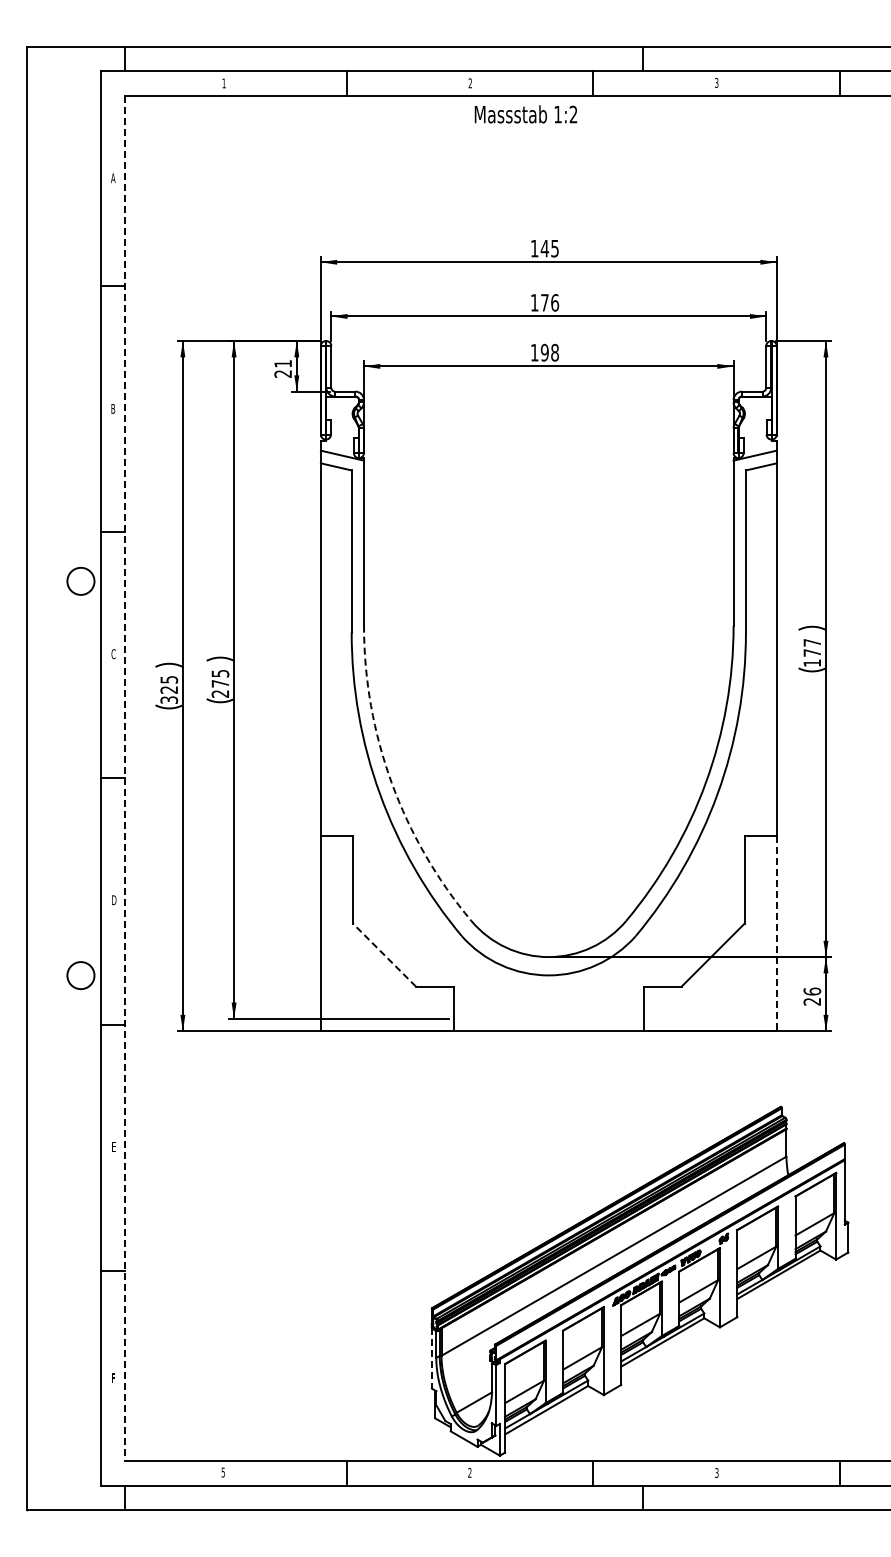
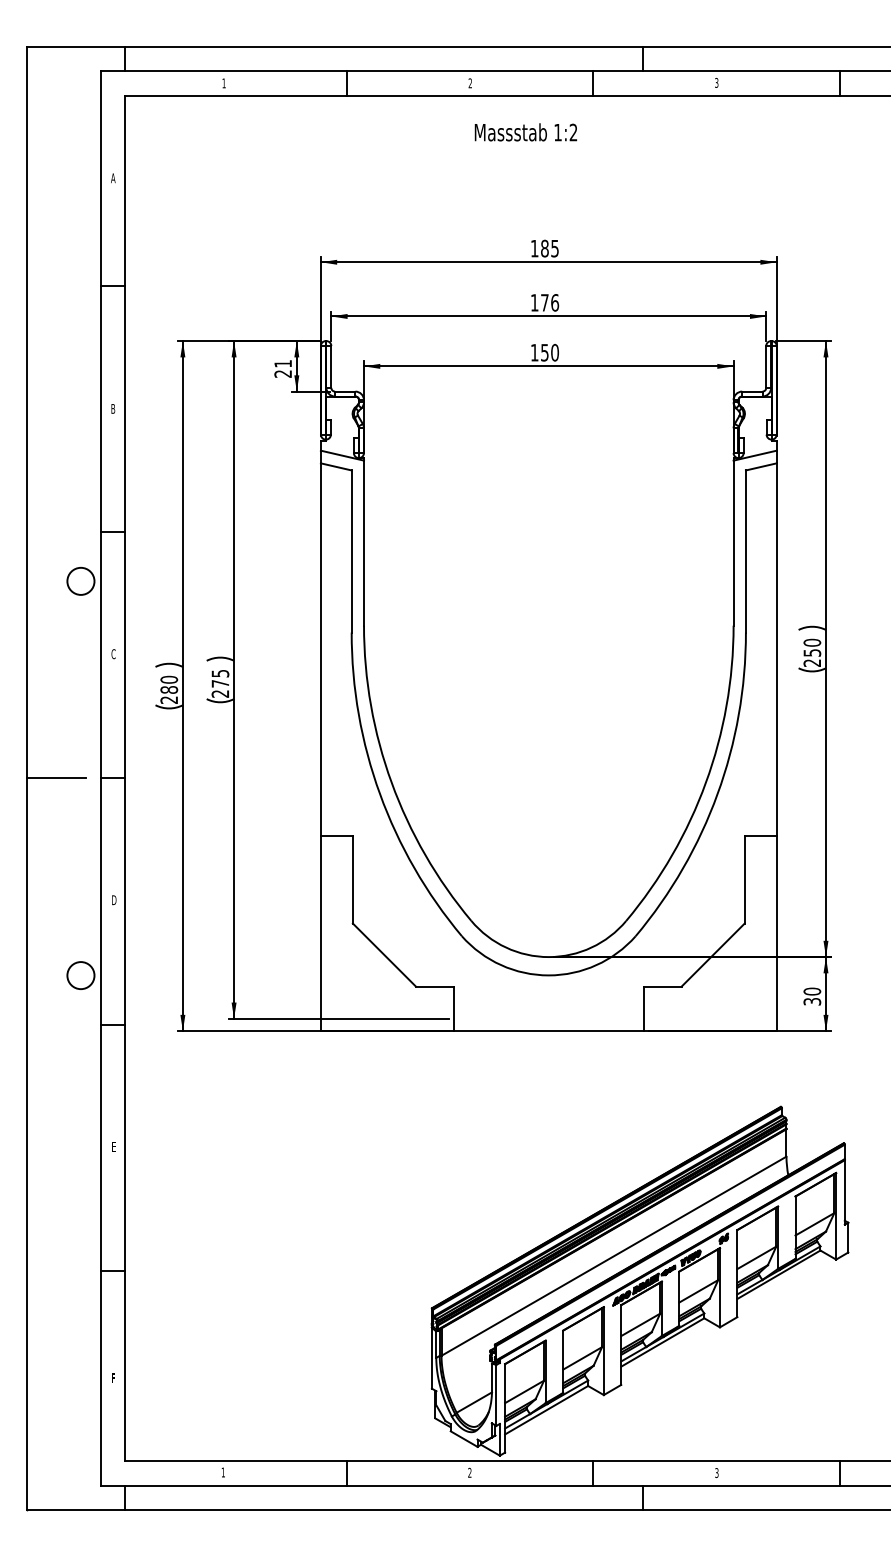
text at (525, 114) position: (525, 114) -> (525, 132)
text at (544, 248): 145 -> 185
text at (549, 352): 198 -> 150
text at (812, 652): 177 -> 250
text at (169, 689): 325 -> 280
line at (55, 778): none -> present
line at (125, 778): dashed -> solid
arc at (391, 782): dashed -> solid
line at (776, 934): dashed -> solid
line at (384, 955): dashed -> solid
text at (812, 996): 26 -> 30
line at (431, 1358): dashed -> solid
text at (222, 1472): 5 -> 1
